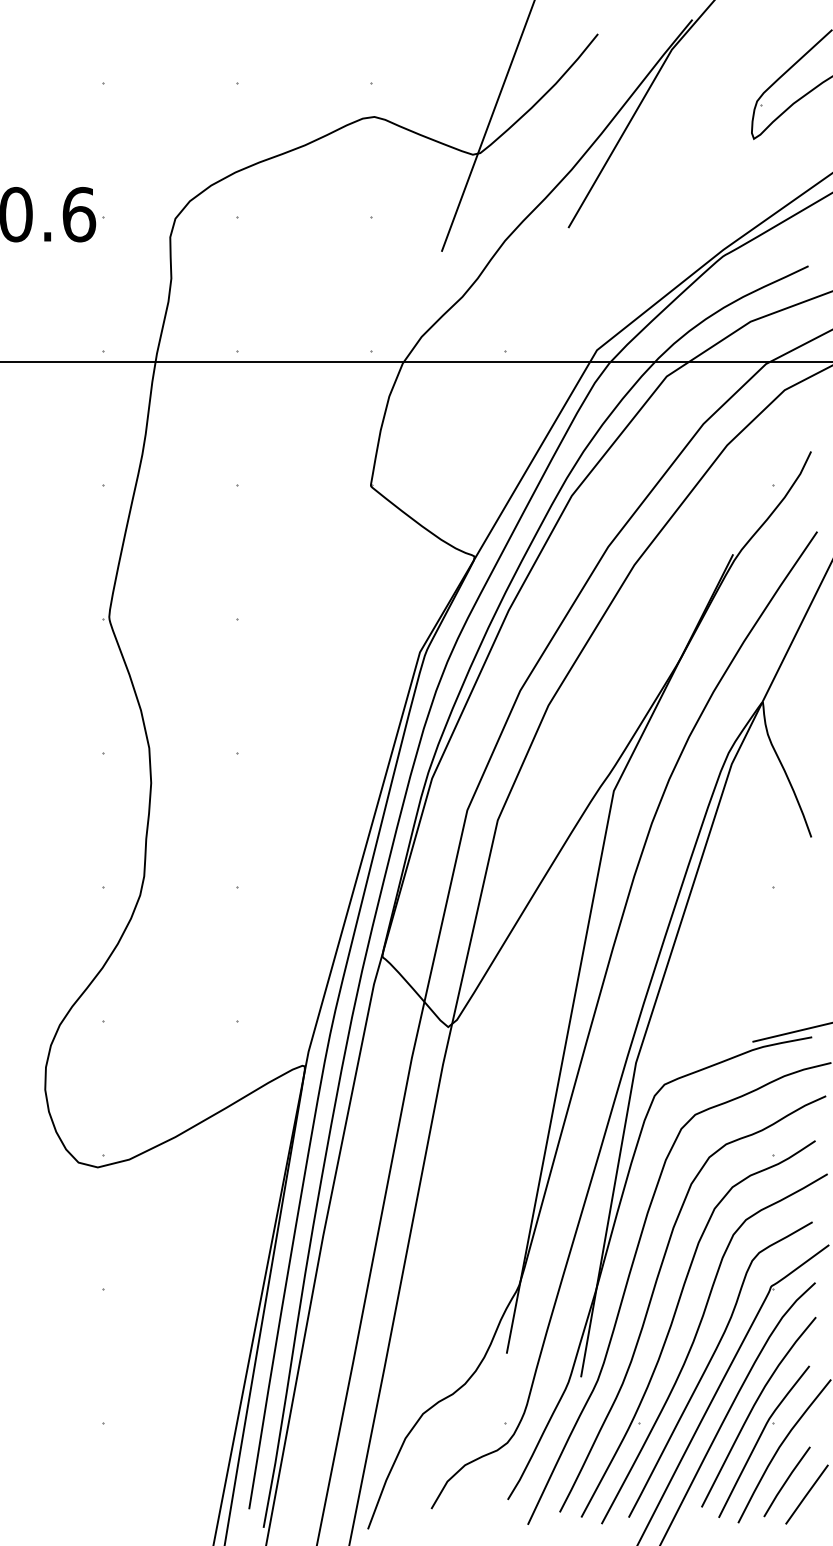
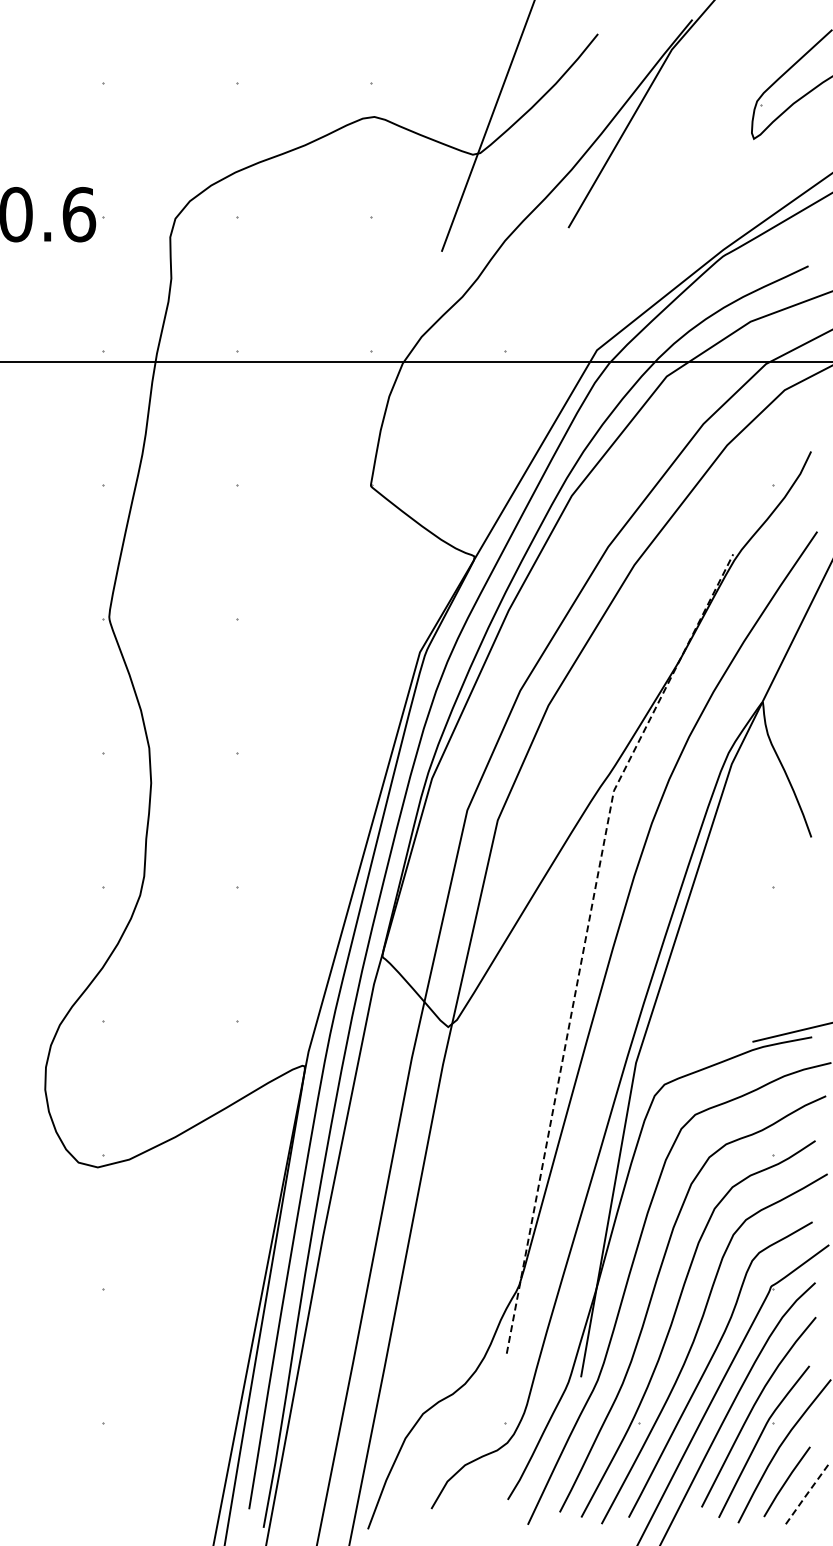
line at (585, 941): solid -> dashed
line at (806, 1494): solid -> dashed
